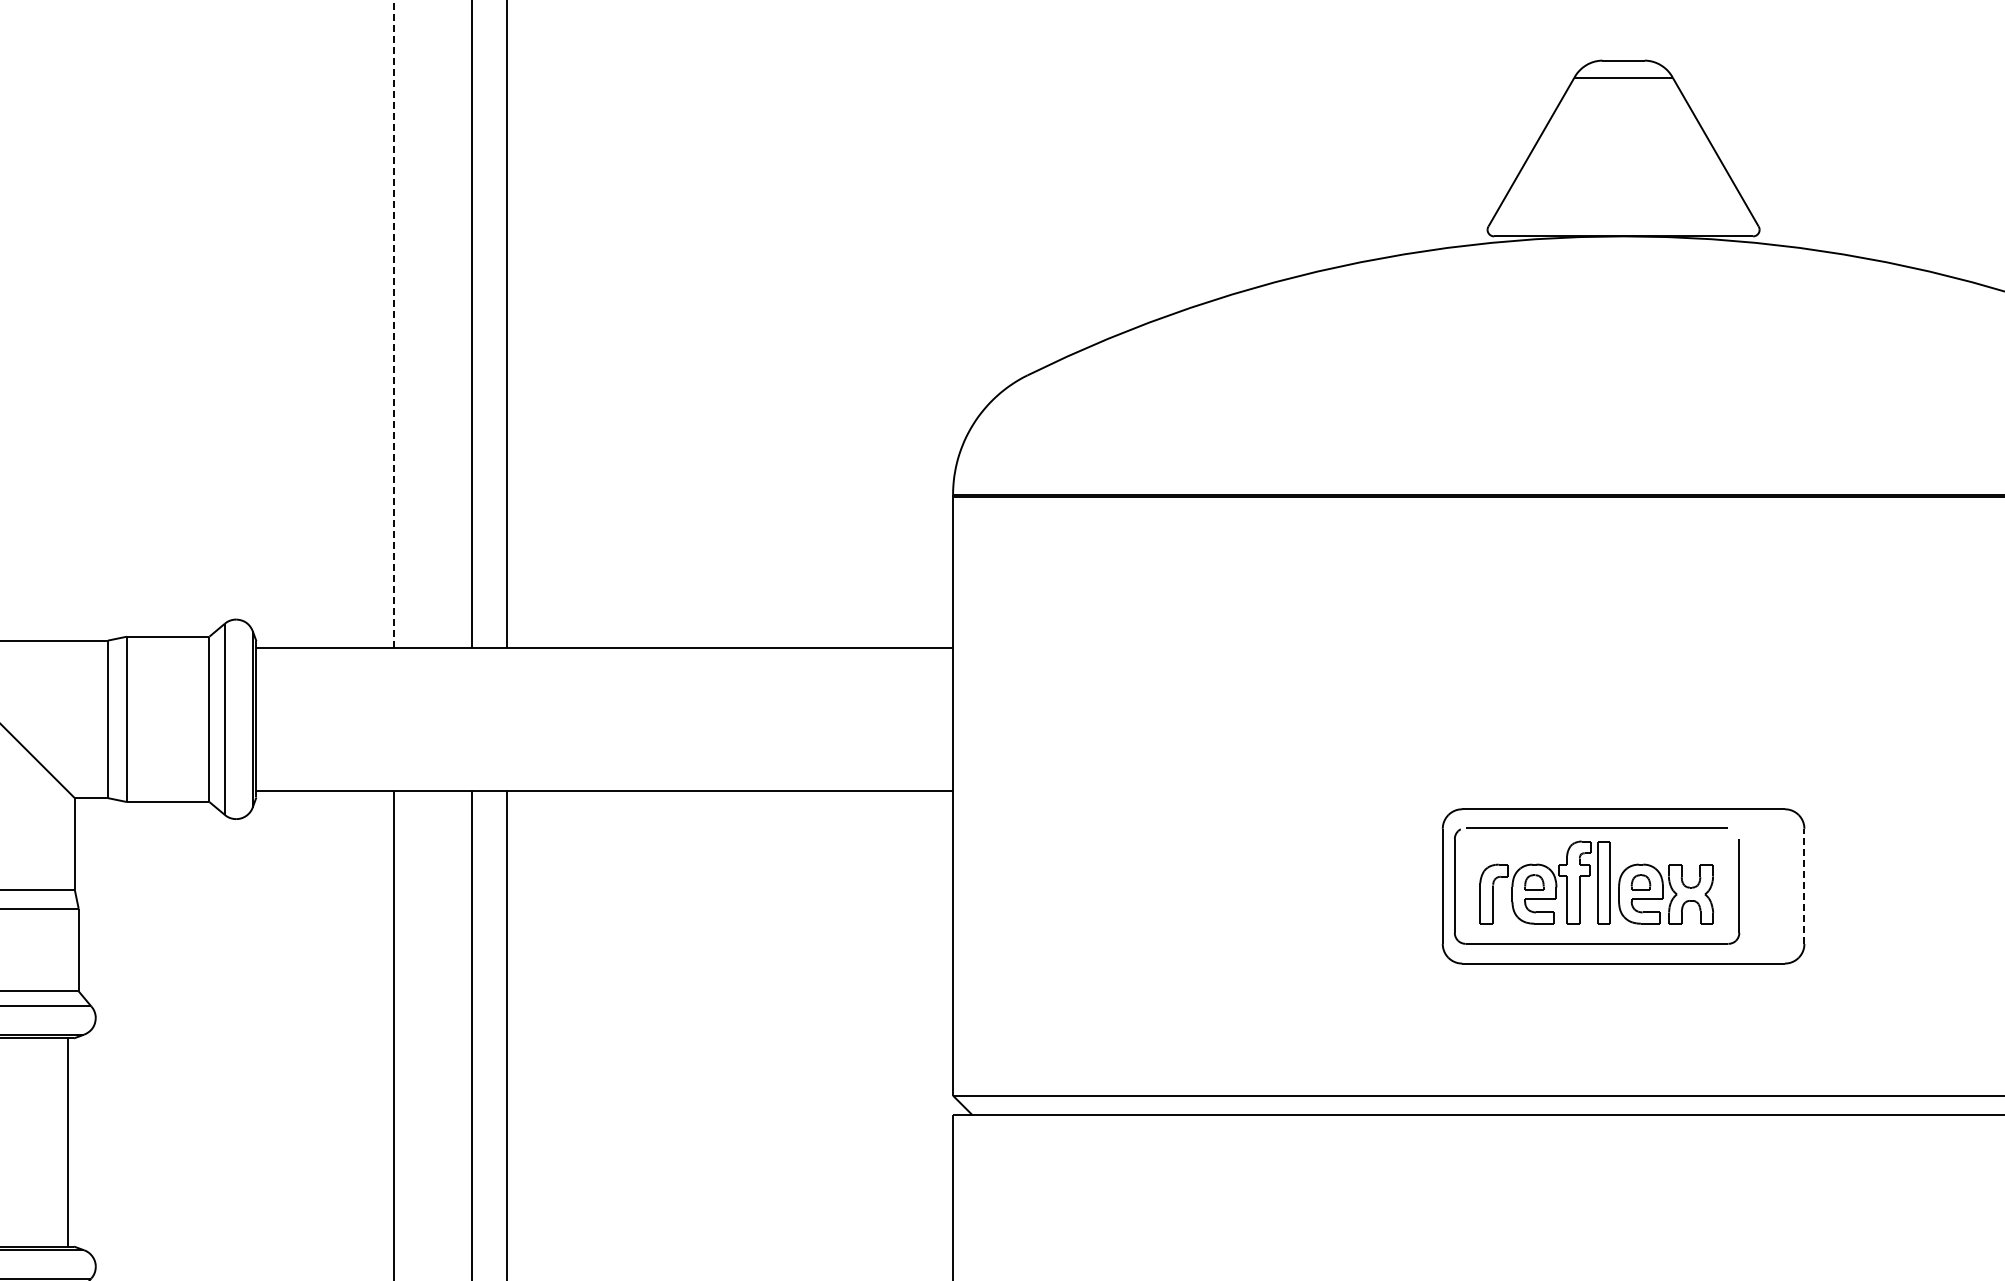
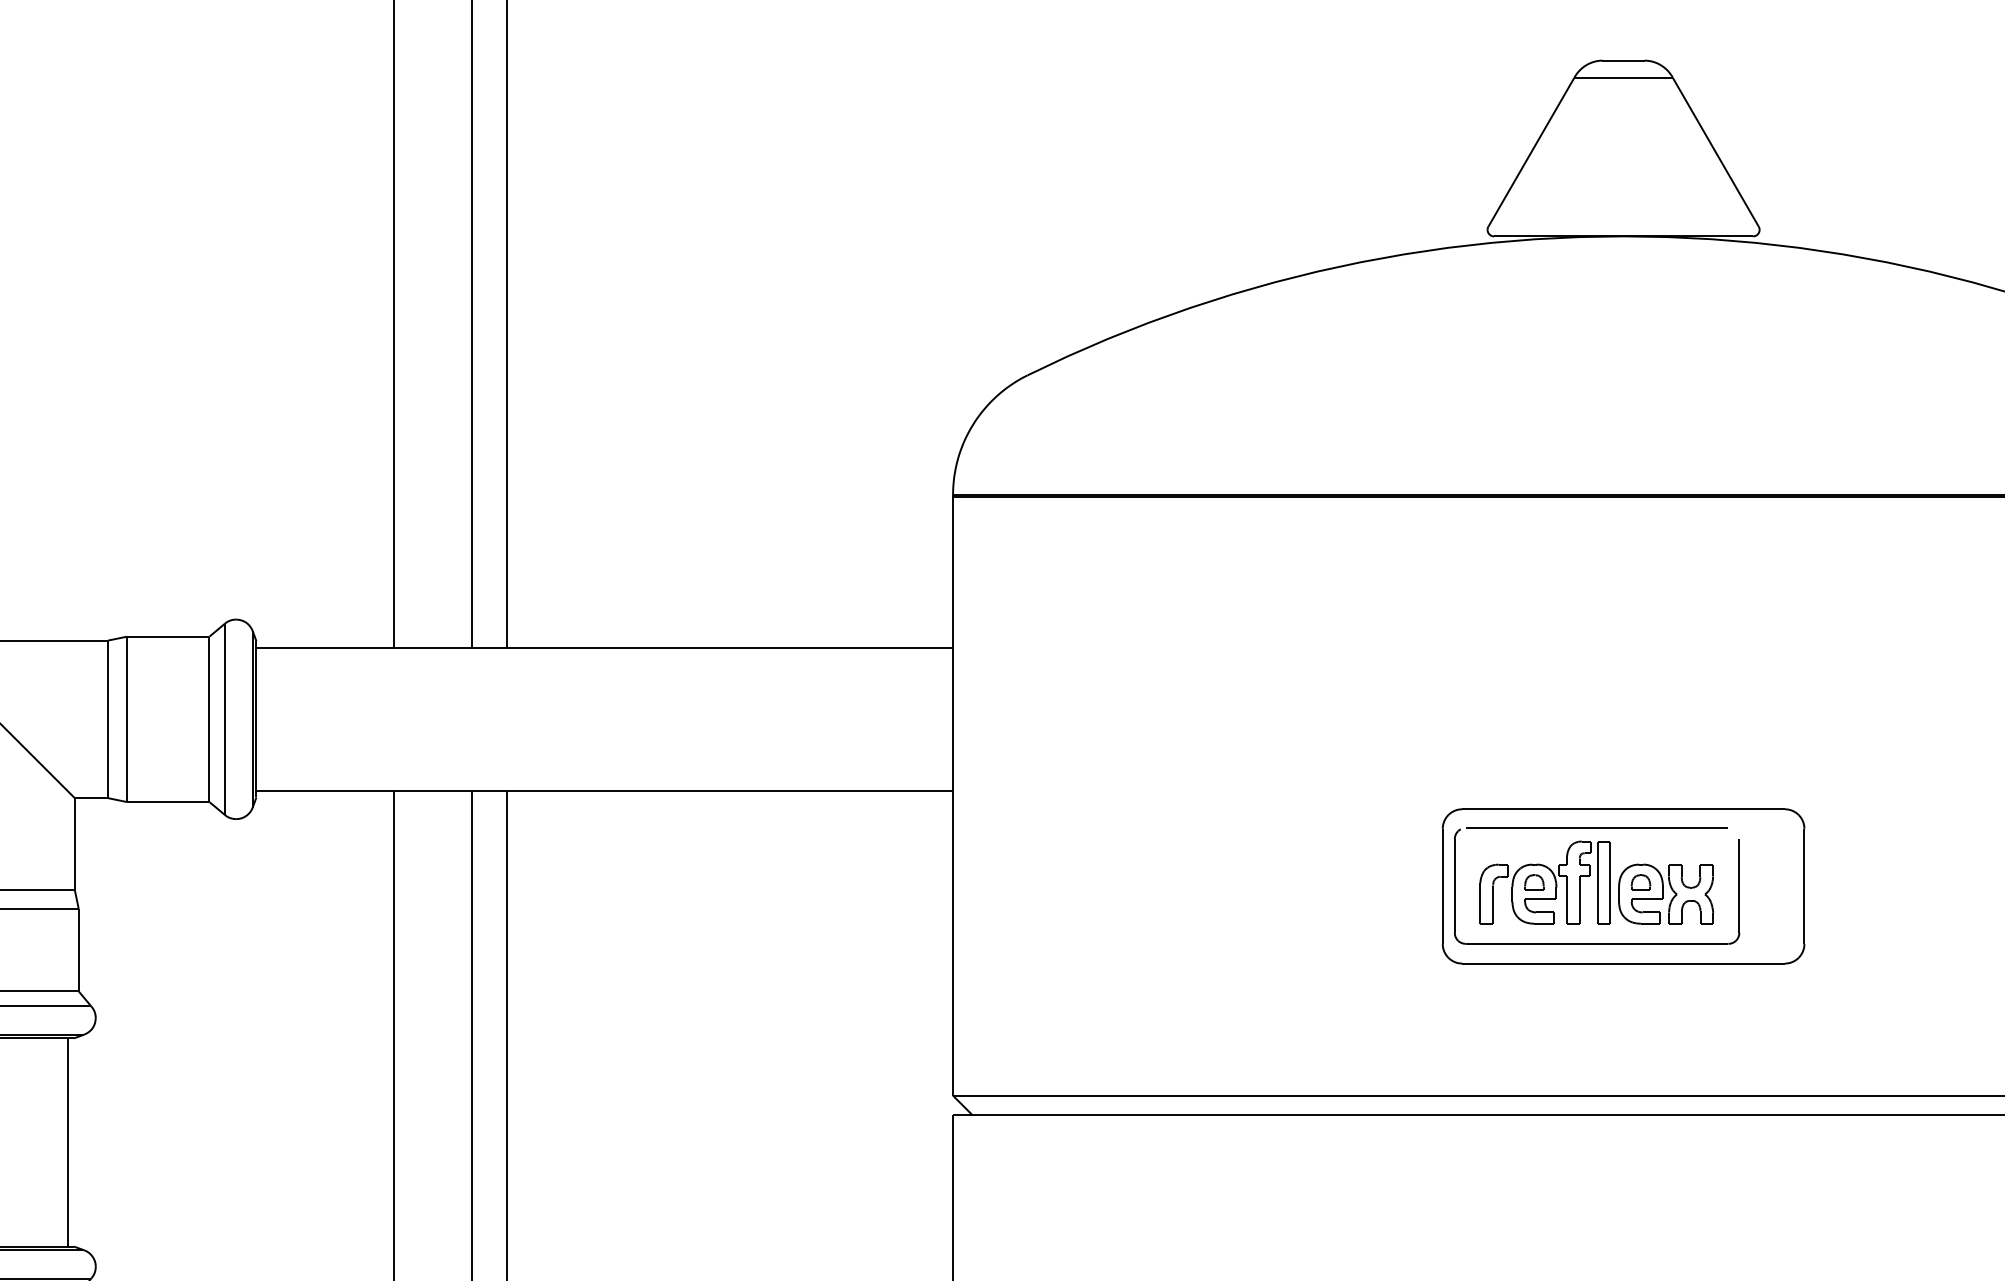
line at (394, 323): dashed -> solid
line at (1804, 886): dashed -> solid
